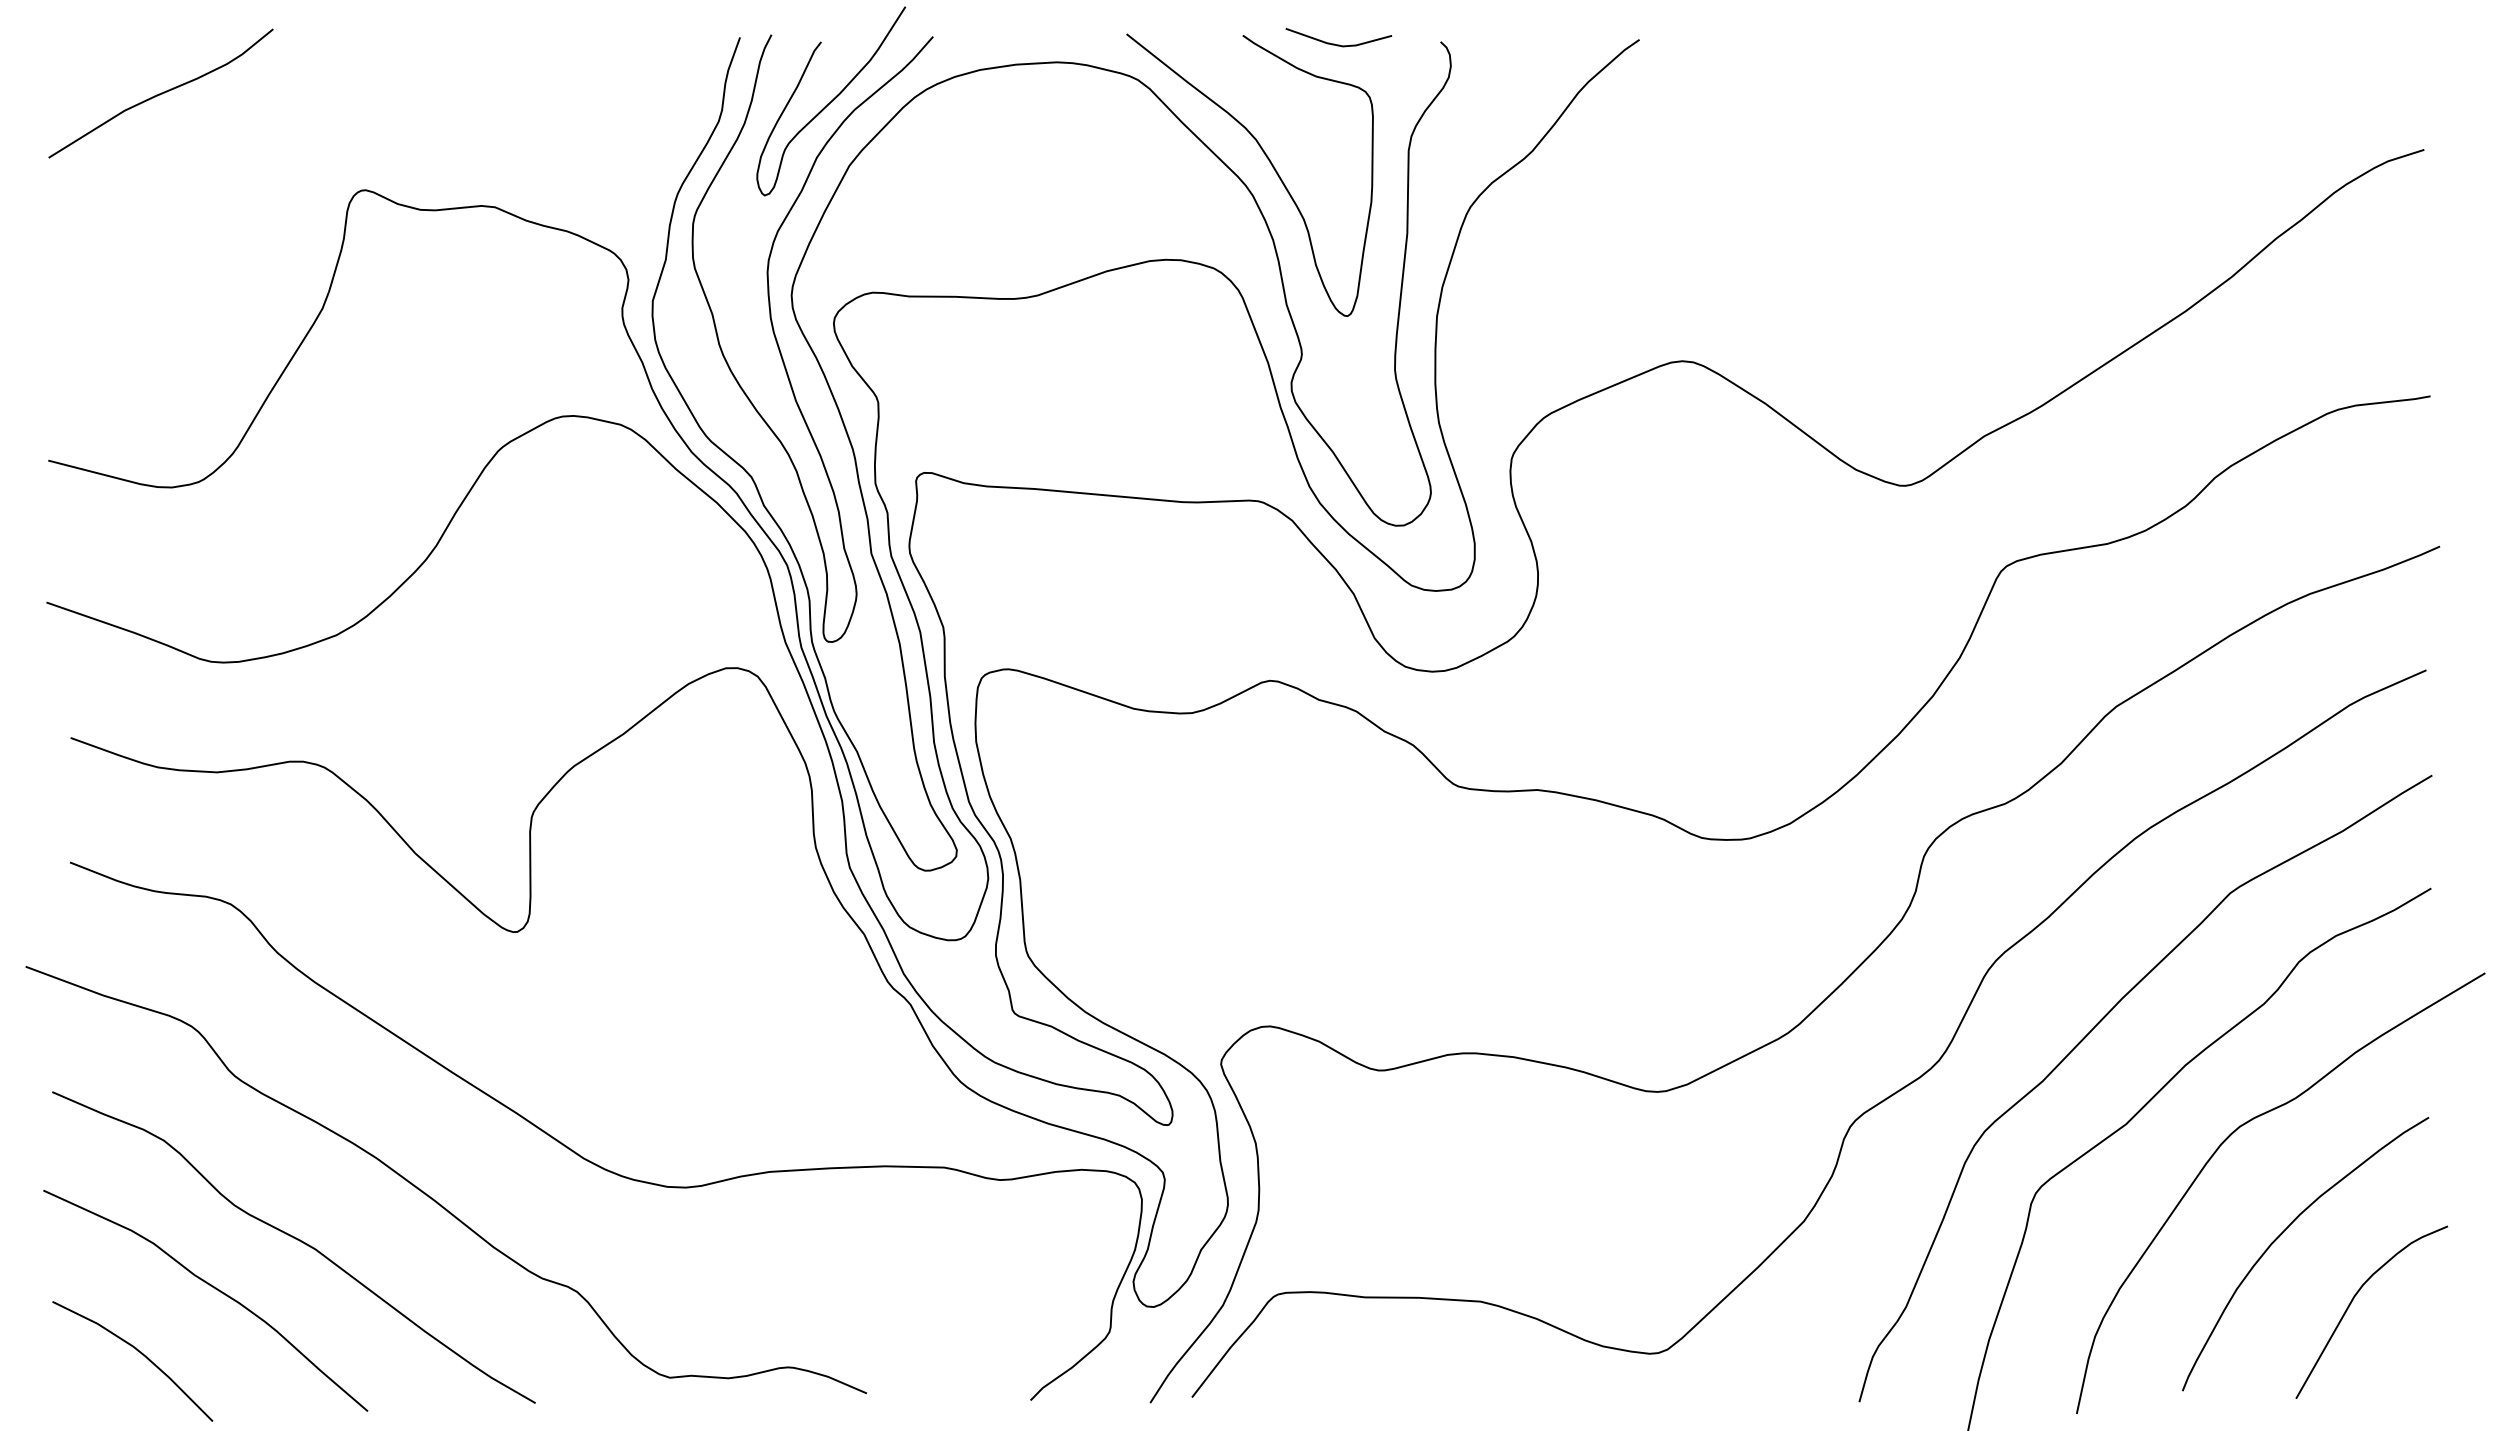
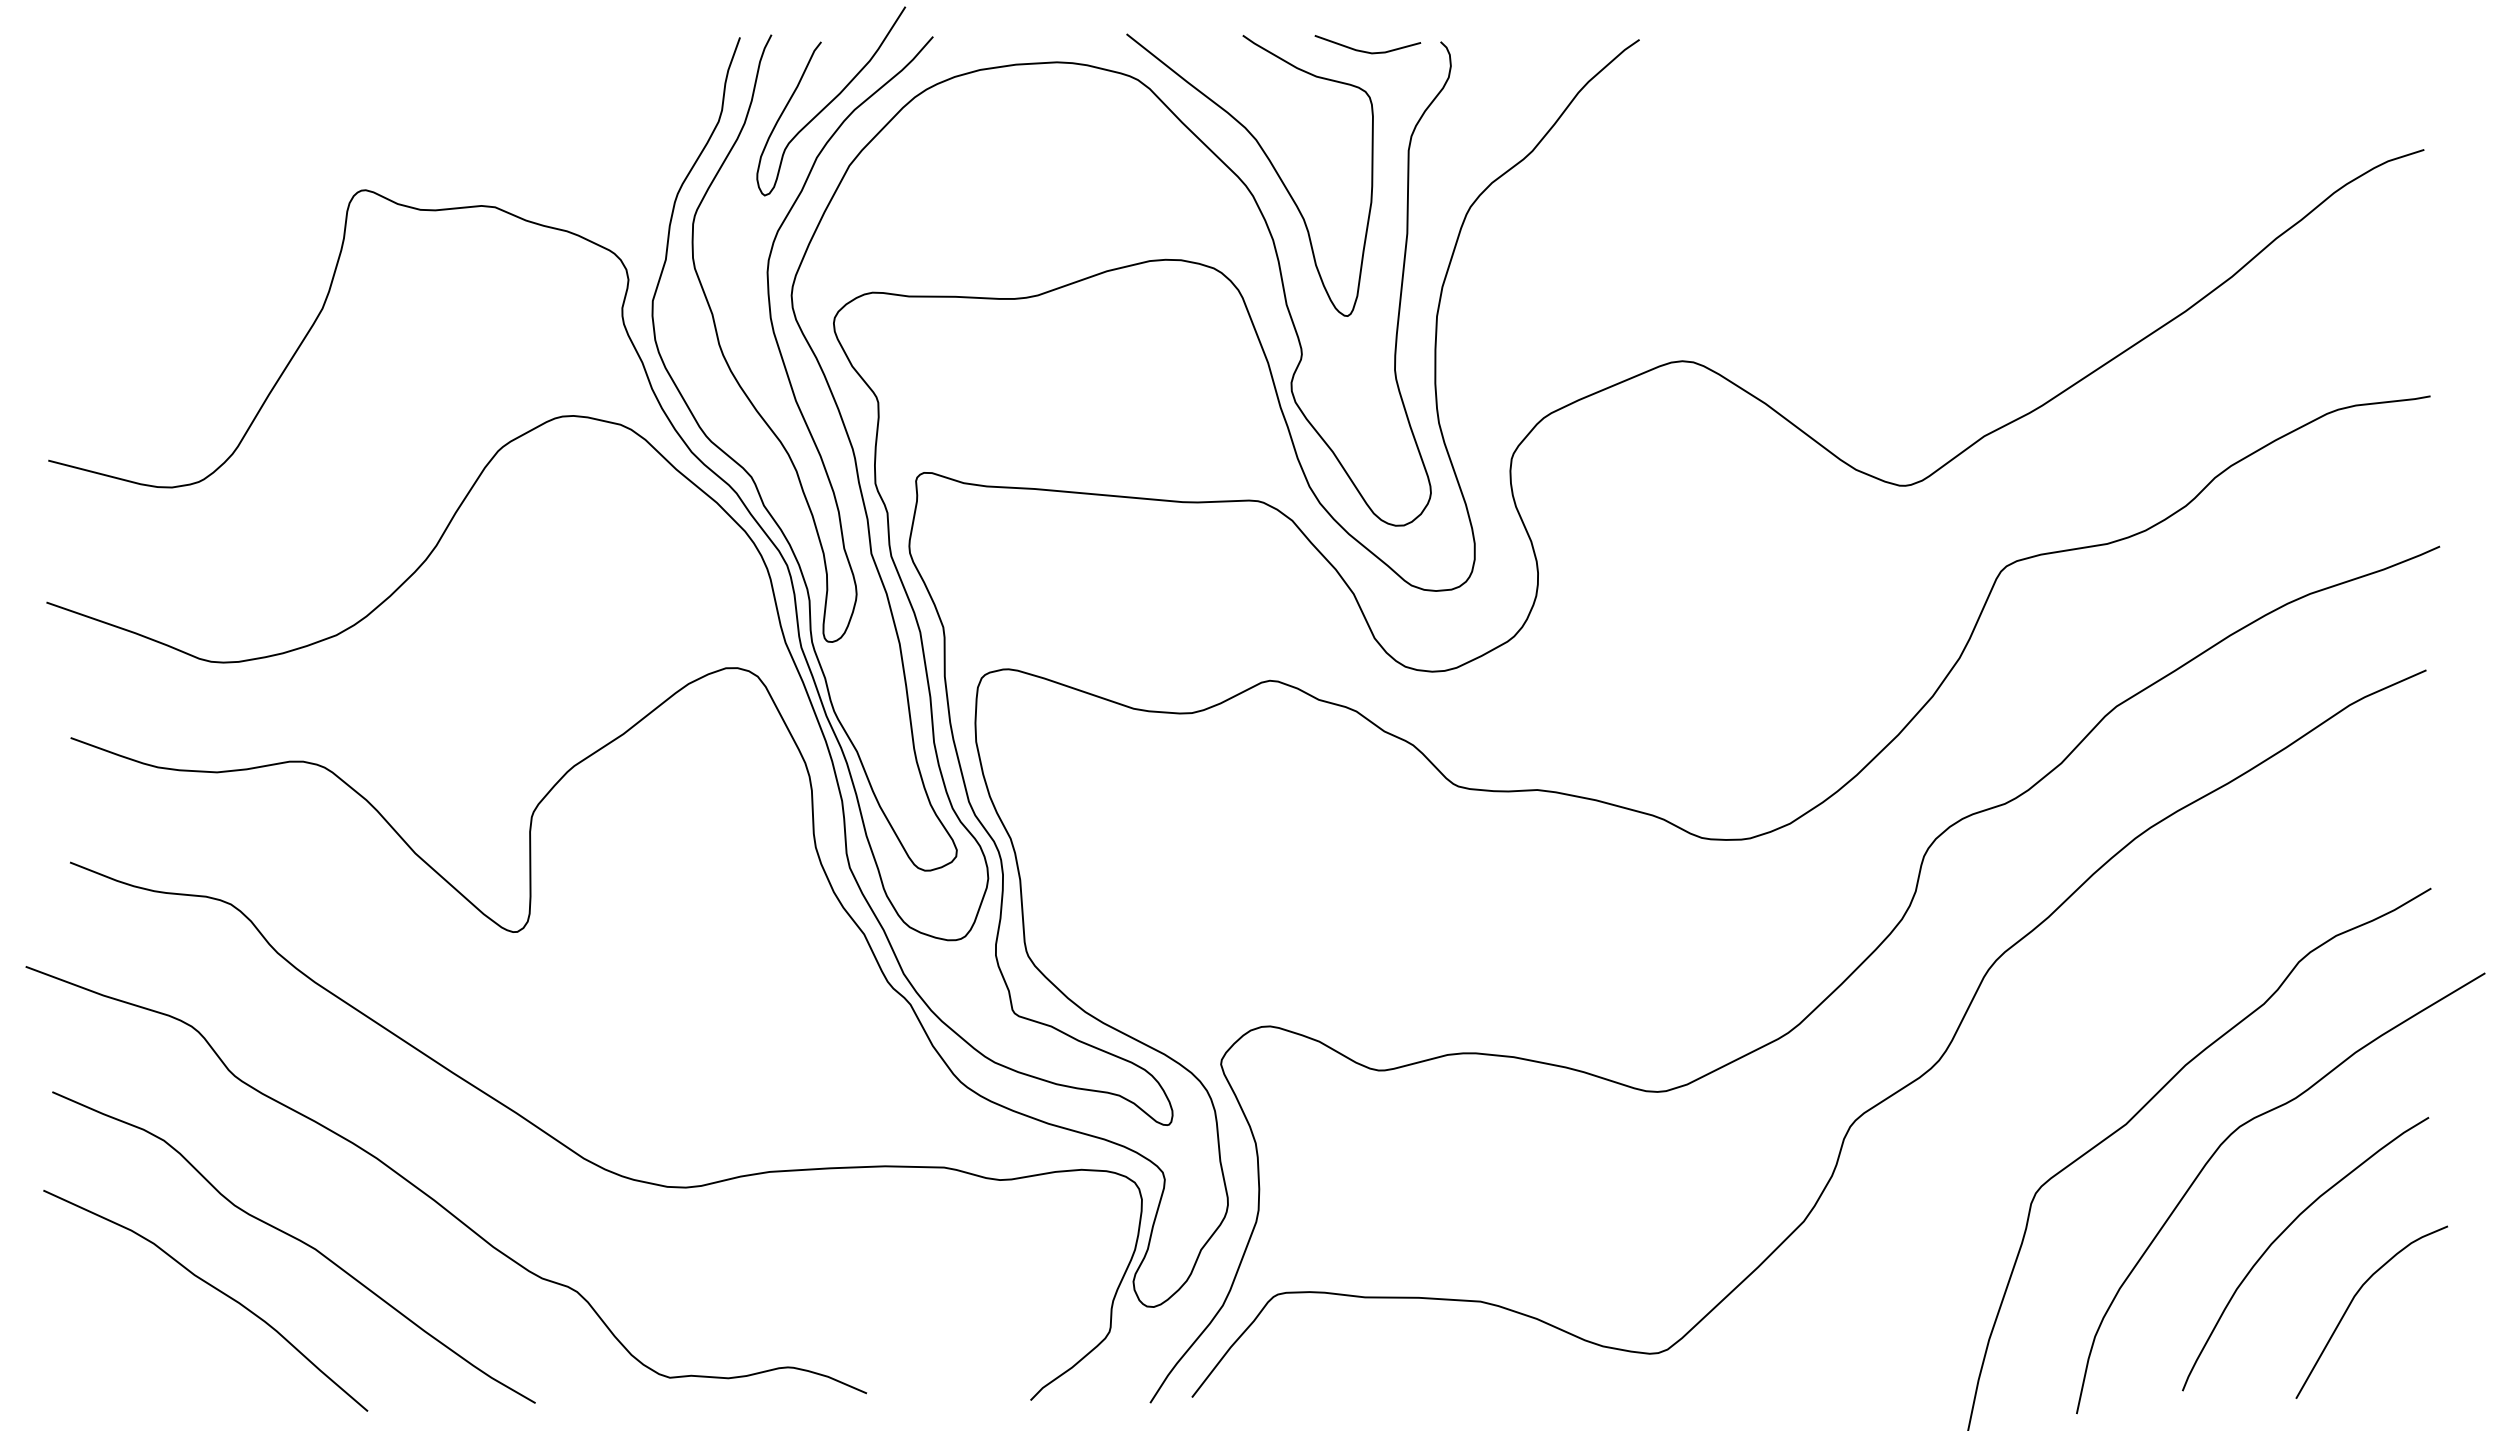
line at (1338, 44) position: (1338, 44) -> (1367, 51)
curve at (160, 93): present -> none
curve at (2089, 1034): present -> none
curve at (137, 1351): present -> none
